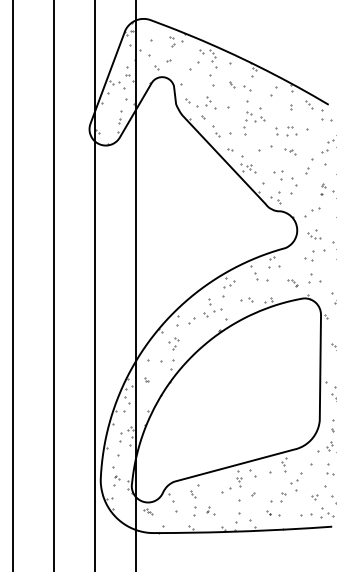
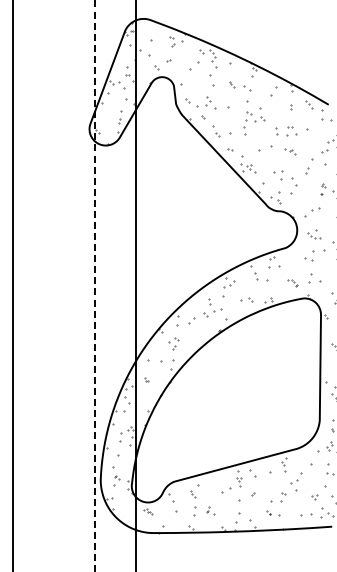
line at (54, 285): present -> none
line at (94, 286): solid -> dashed
